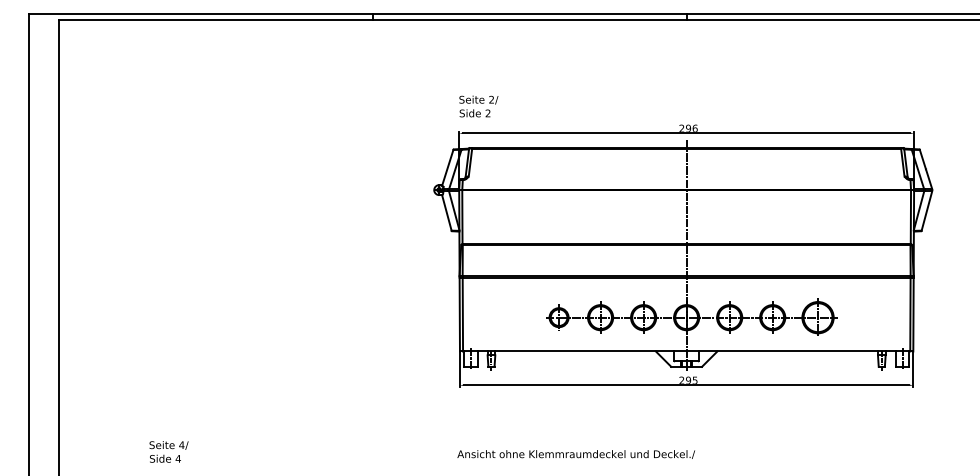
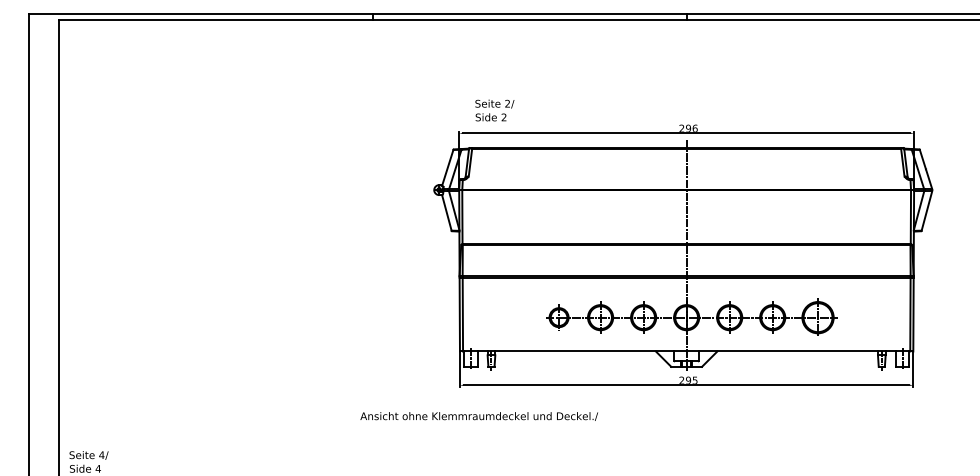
text at (478, 106) position: (478, 106) -> (494, 110)
text at (168, 451) position: (168, 451) -> (88, 461)
text at (575, 454) position: (575, 454) -> (478, 416)
